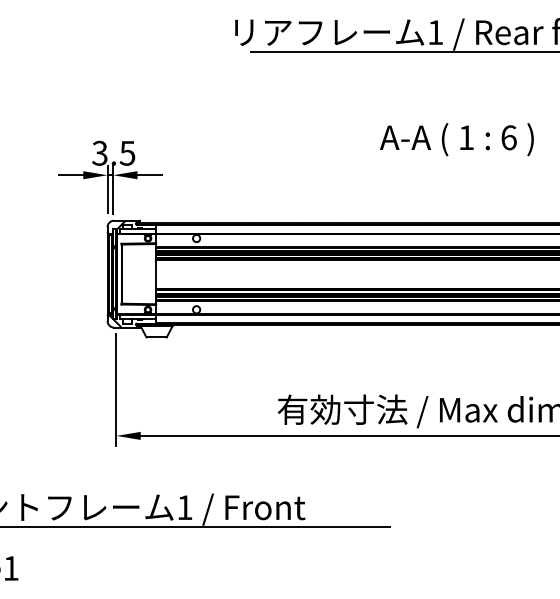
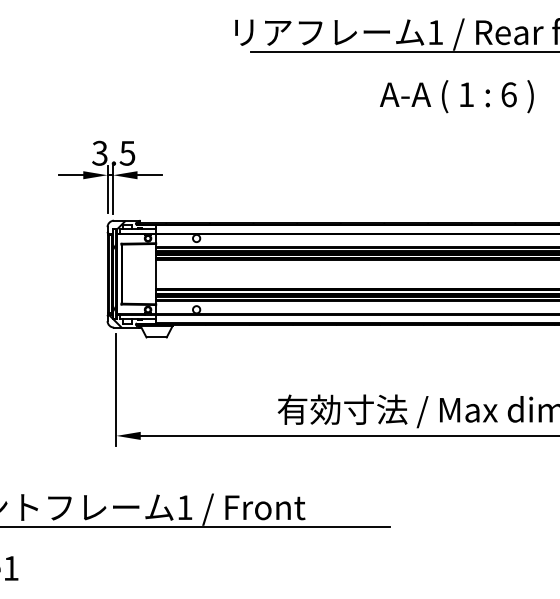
text at (456, 139) position: (456, 139) -> (456, 96)
